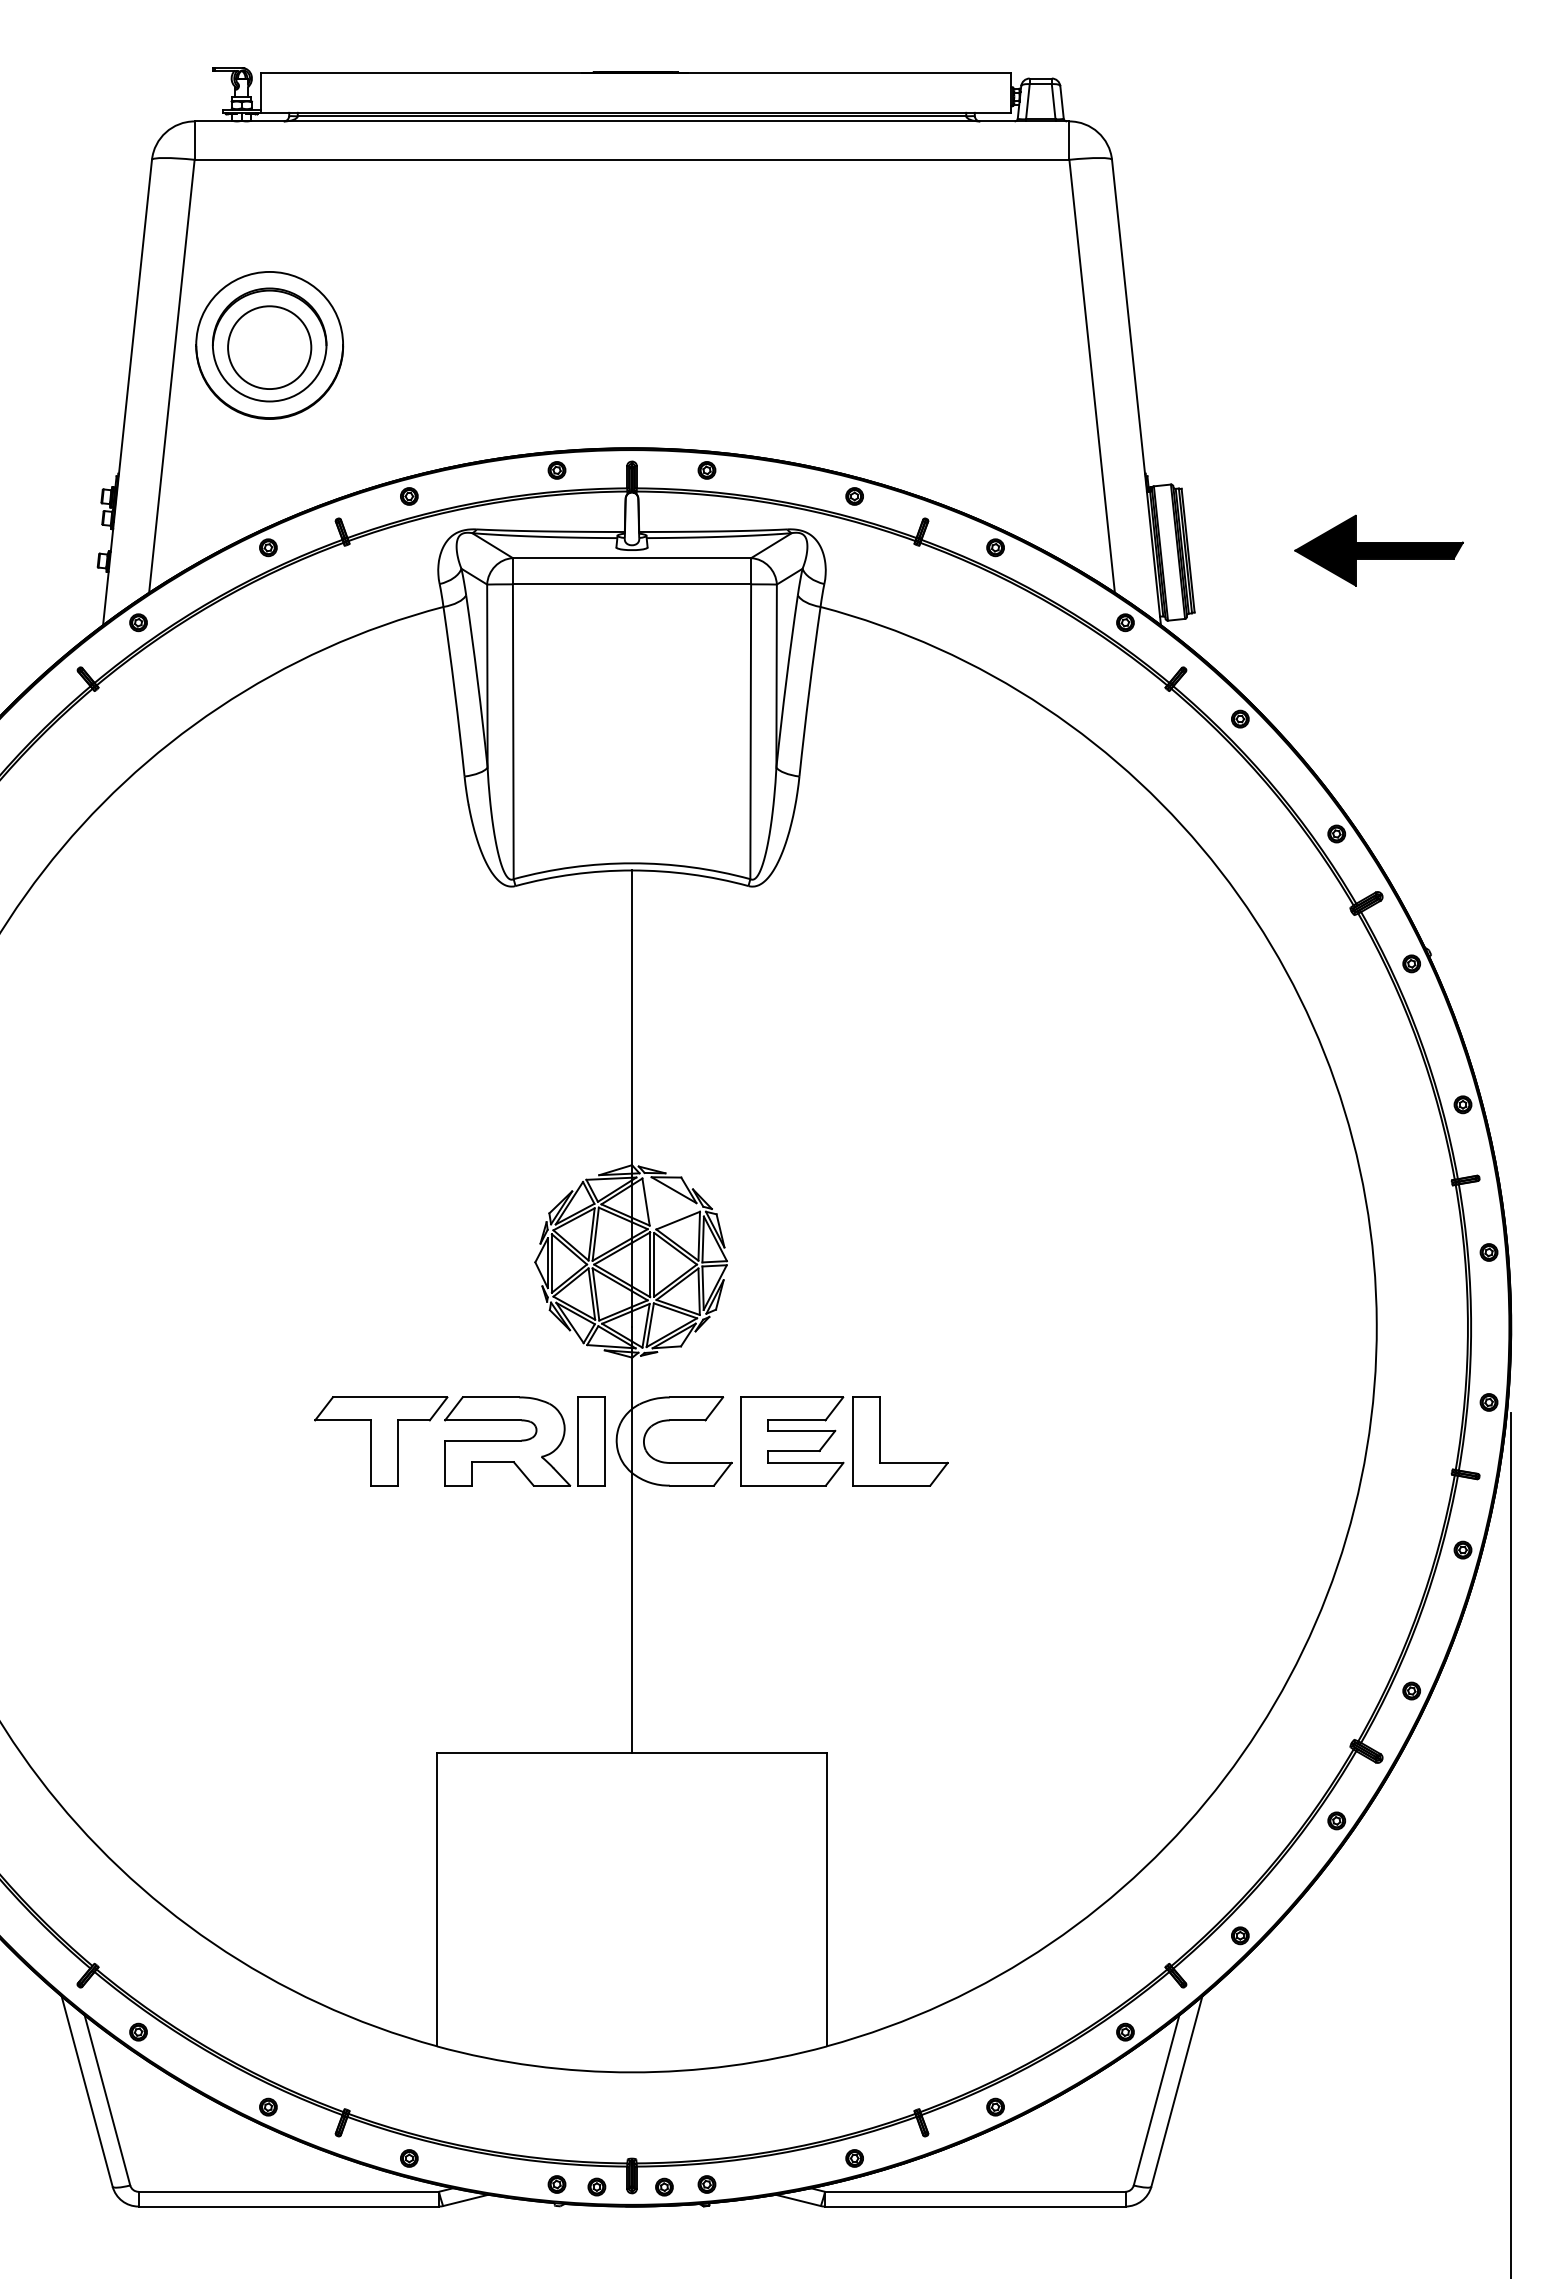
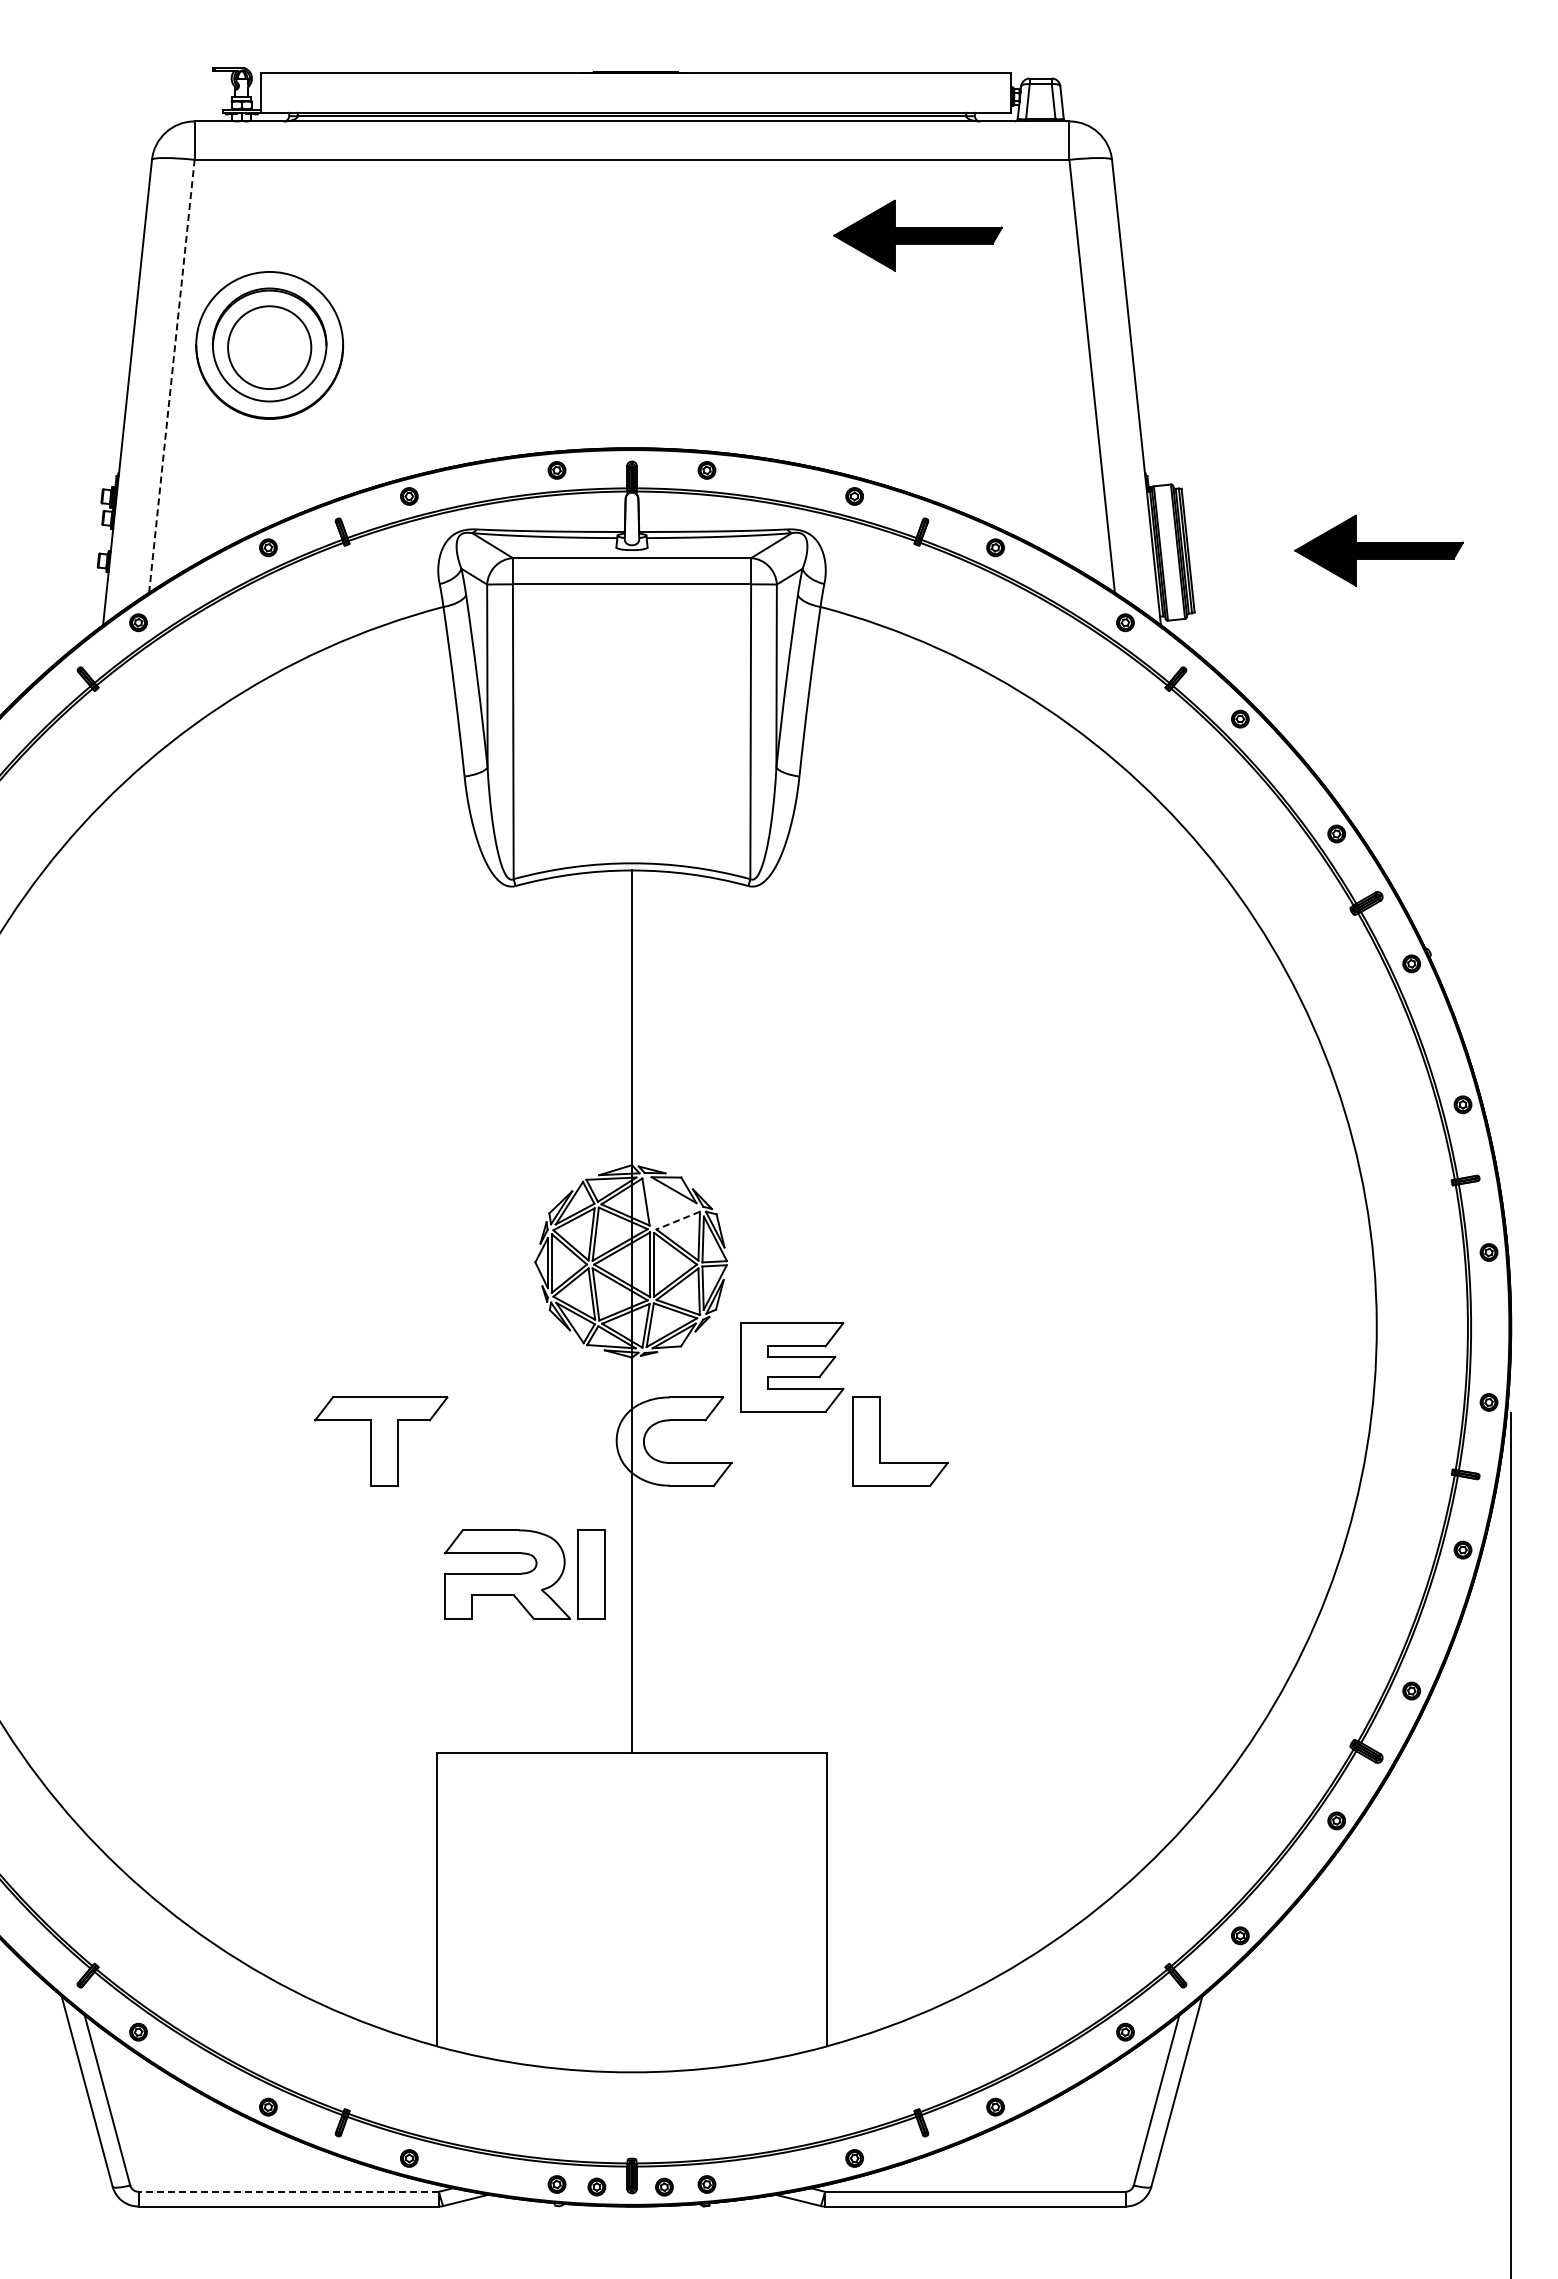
part at (917, 235): none -> present
line at (171, 376): solid -> dashed
line at (678, 1220): solid -> dashed
part at (524, 1441) position: (524, 1441) -> (524, 1574)
part at (792, 1441) position: (792, 1441) -> (792, 1367)
line at (288, 2191): solid -> dashed
